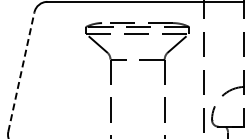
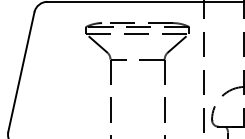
line at (21, 71): dashed -> solid
